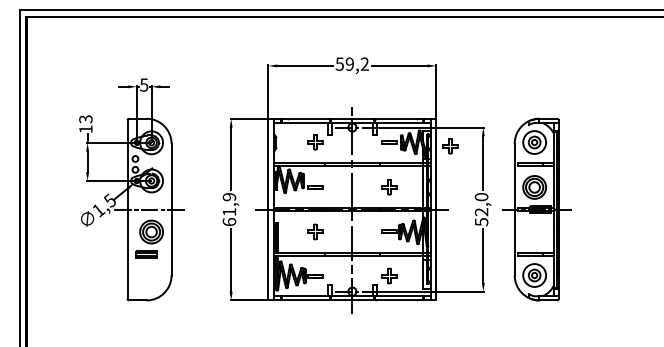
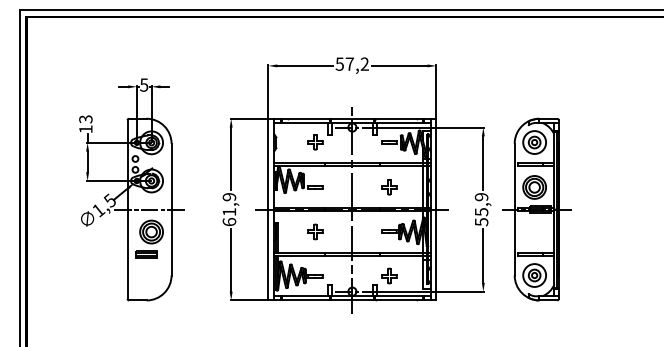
text at (349, 63): 59,2 -> 57,2
part at (450, 146): present -> none
text at (481, 204): 52,0 -> 55,9
